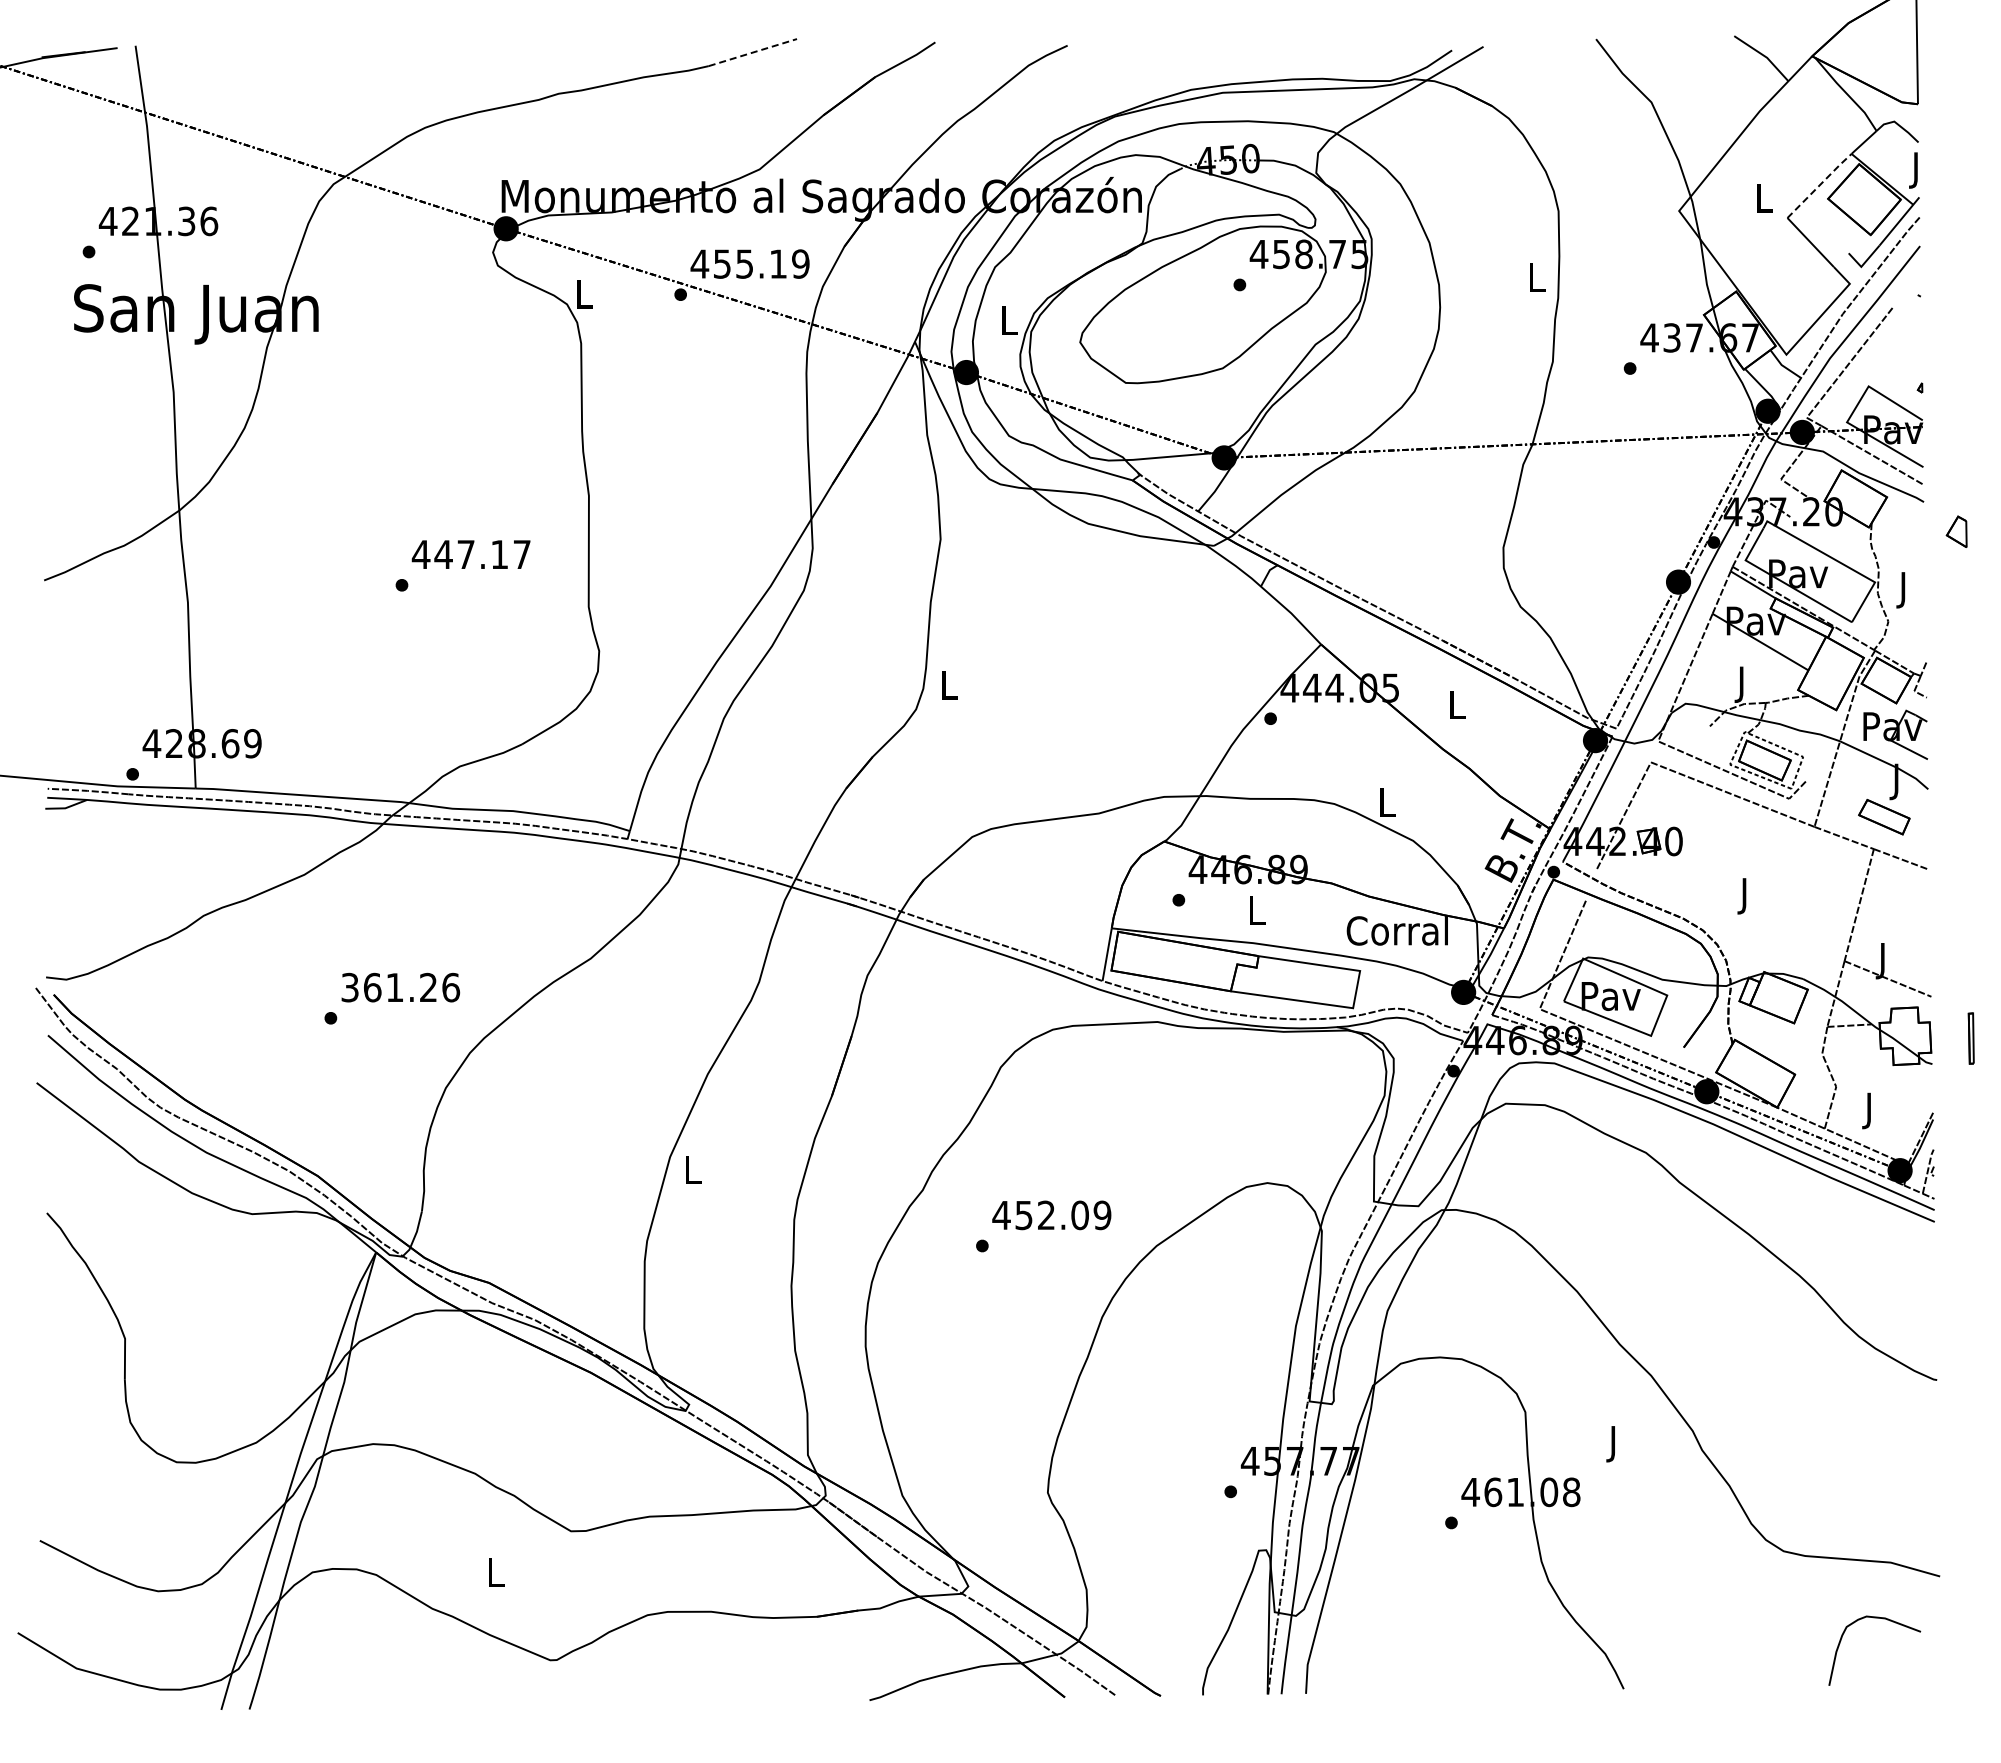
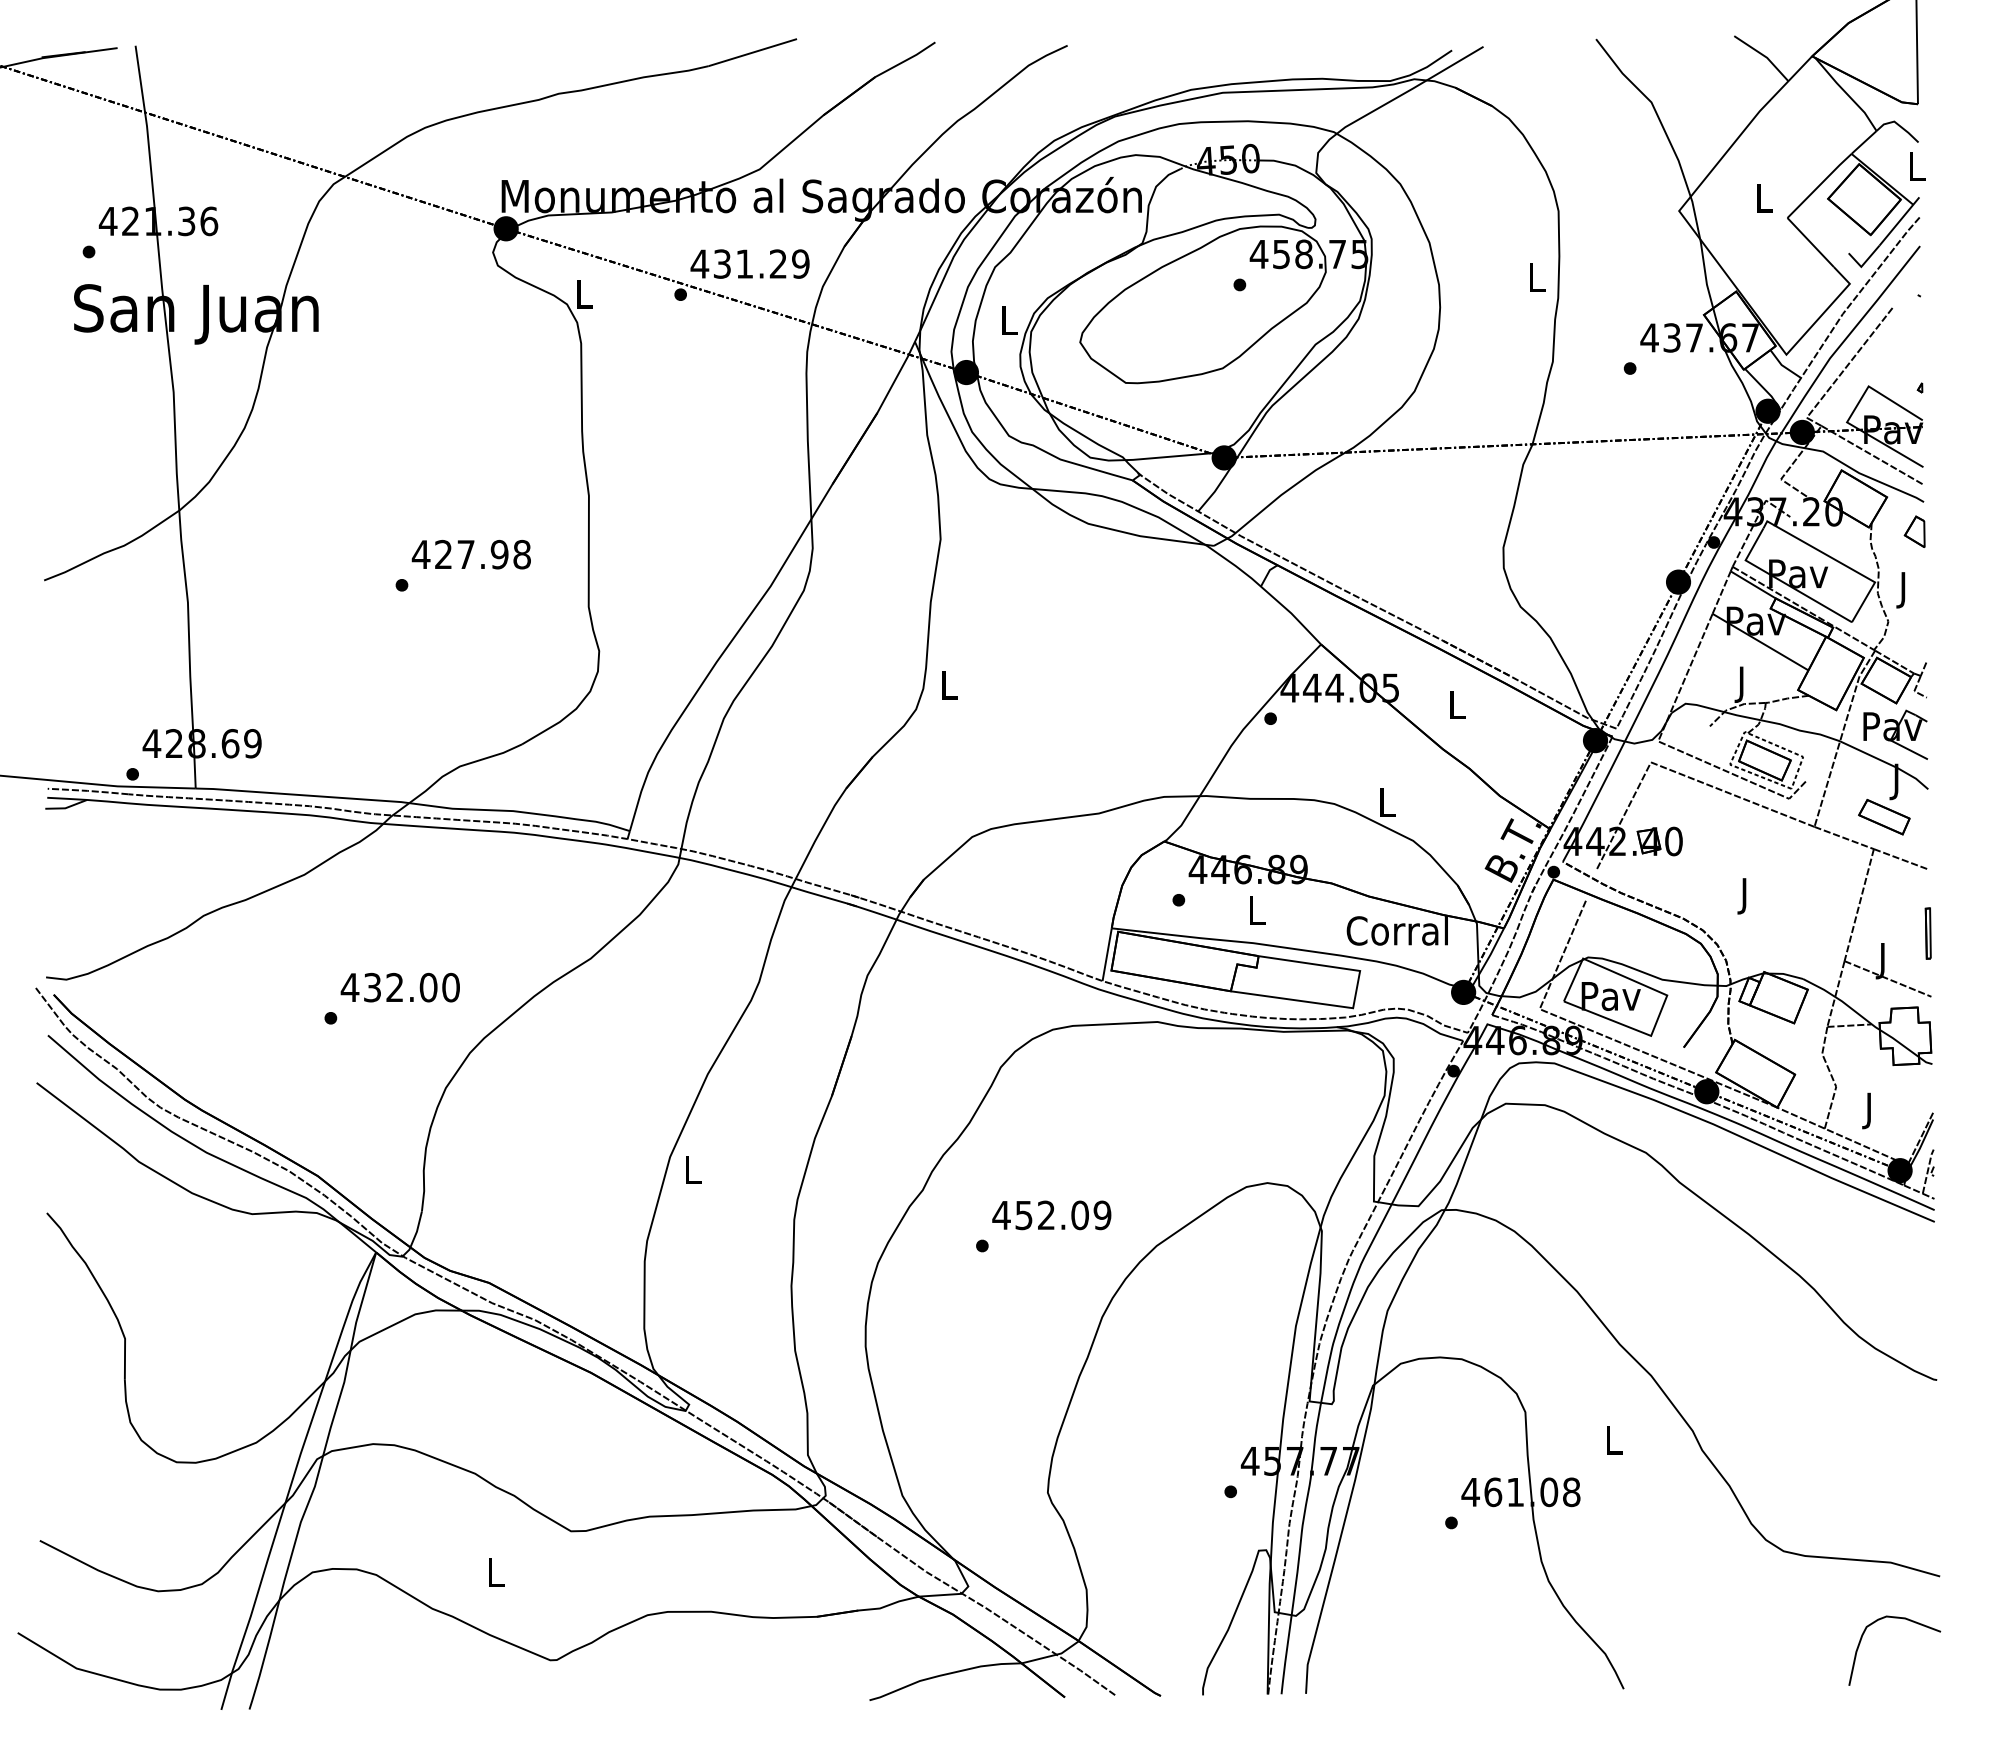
line at (753, 52): dashed -> solid
text at (1917, 170): J -> L
line at (1820, 184): dashed -> solid
text at (750, 263): 455.19 -> 431.29
part at (1956, 531) position: (1956, 531) -> (1914, 531)
text at (482, 554): 447.17 -> 427.98
text at (400, 987): 361.26 -> 432.00
part at (1970, 1038) position: (1970, 1038) -> (1927, 933)
text at (1614, 1444): J -> L
curve at (1874, 1618) position: (1874, 1618) -> (1894, 1618)
